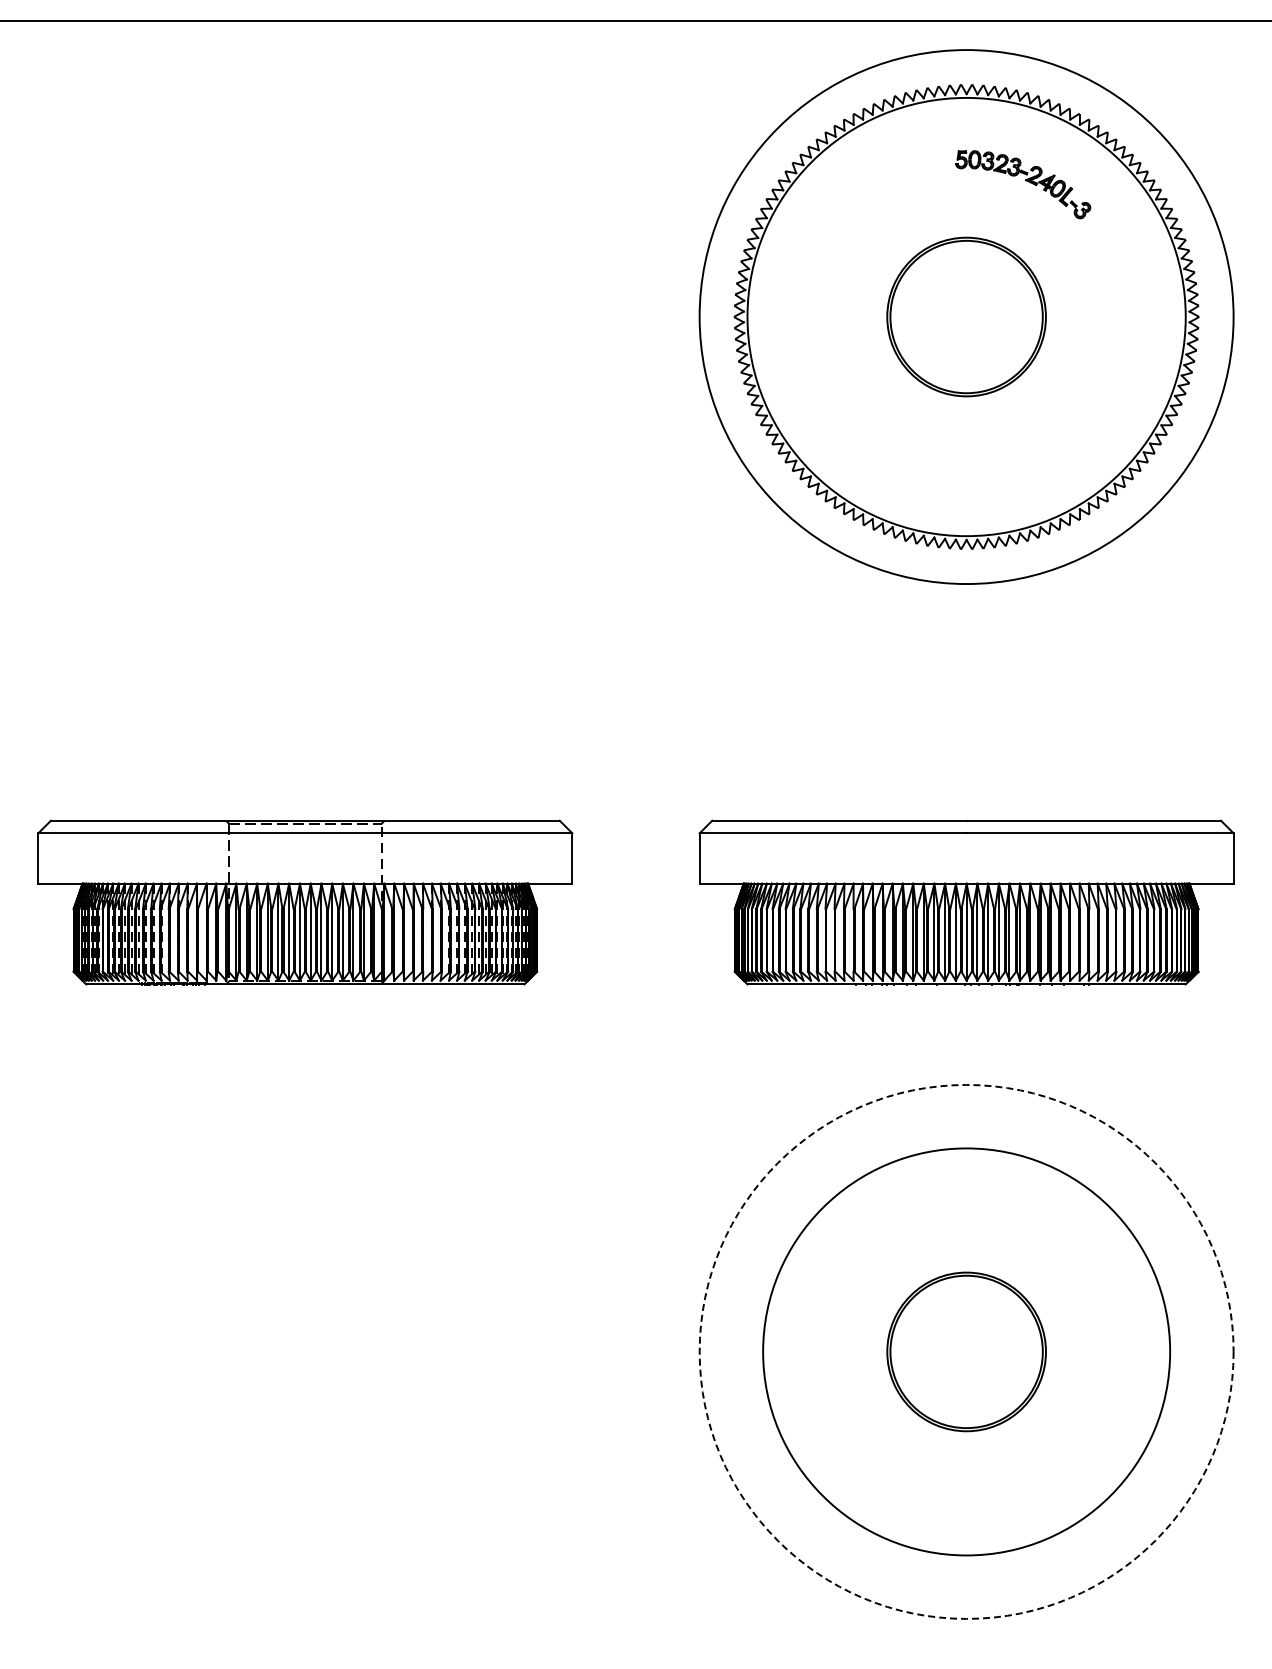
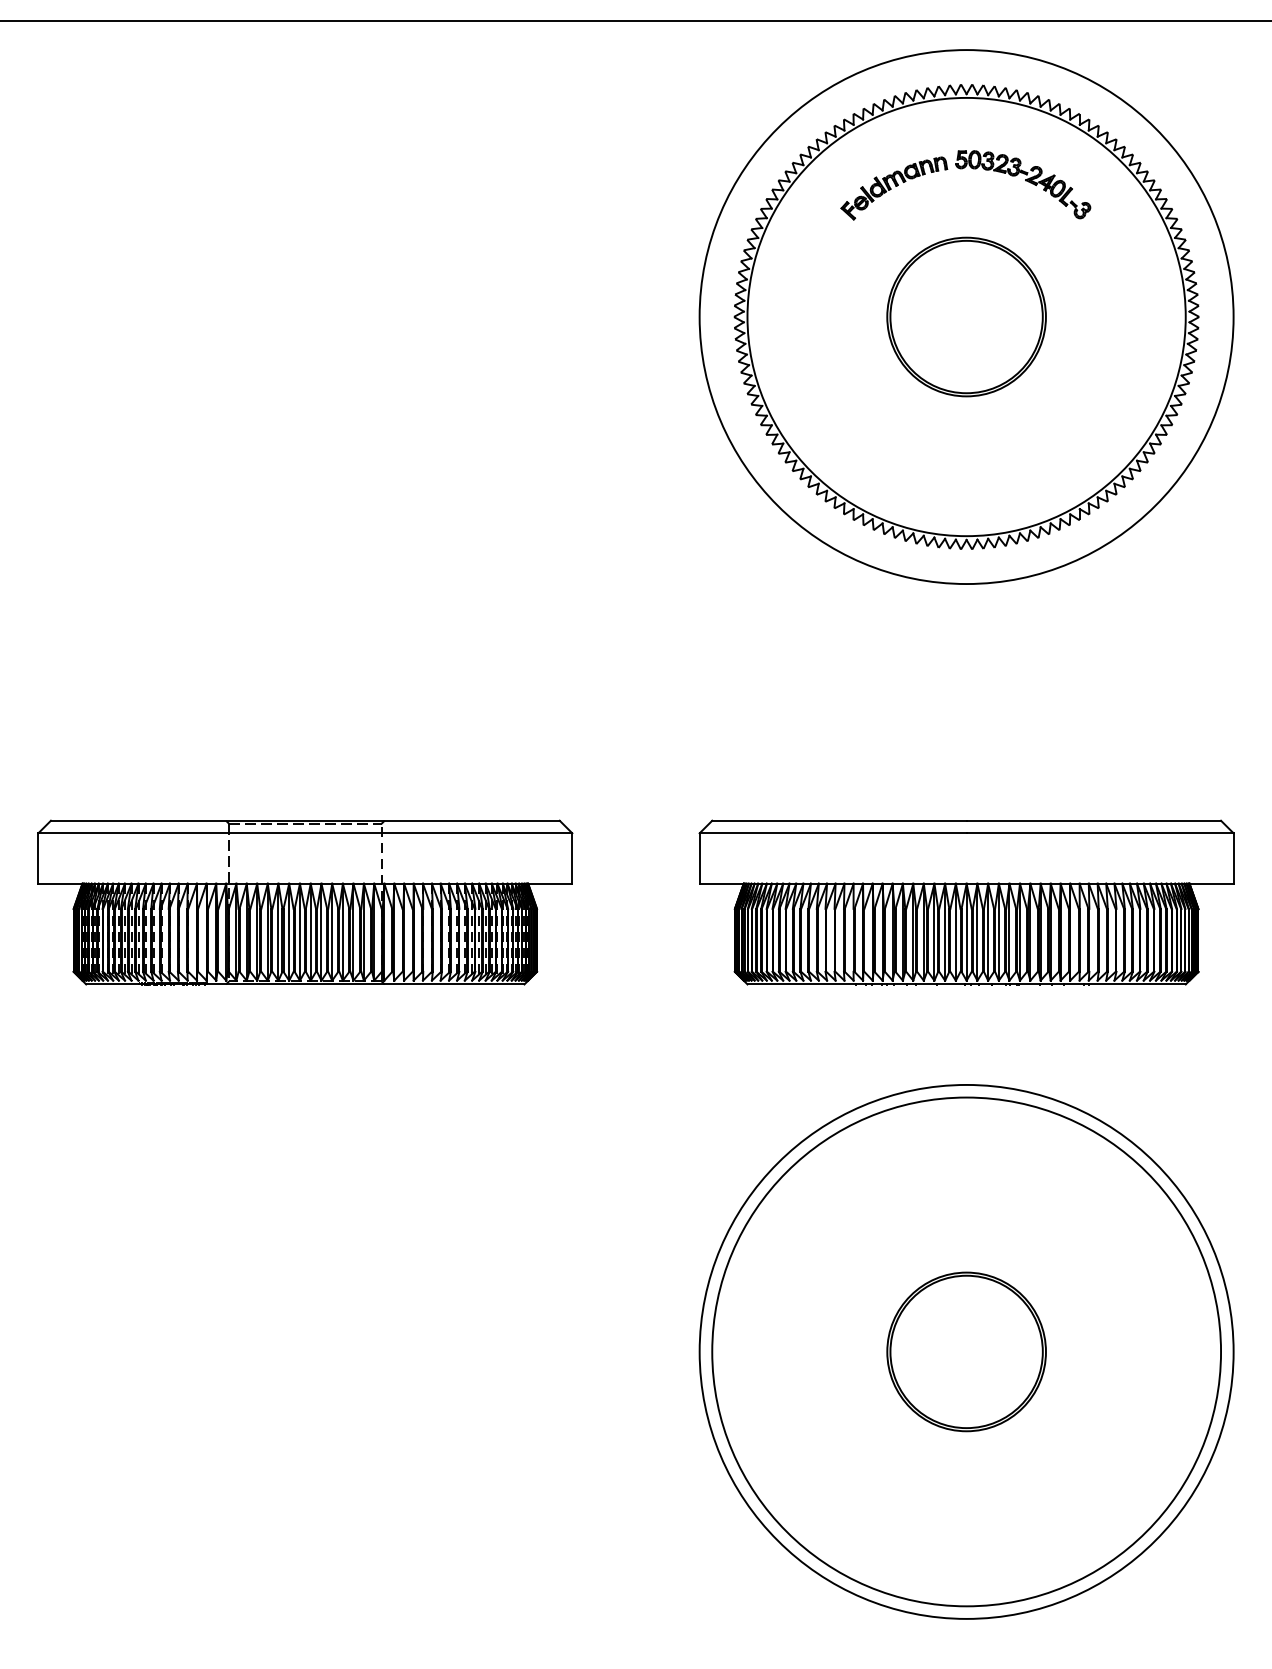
part at (894, 188): none -> present
circle at (966, 1351) diameter: 407 px -> 509 px
circle at (966, 1351): dashed -> solid
